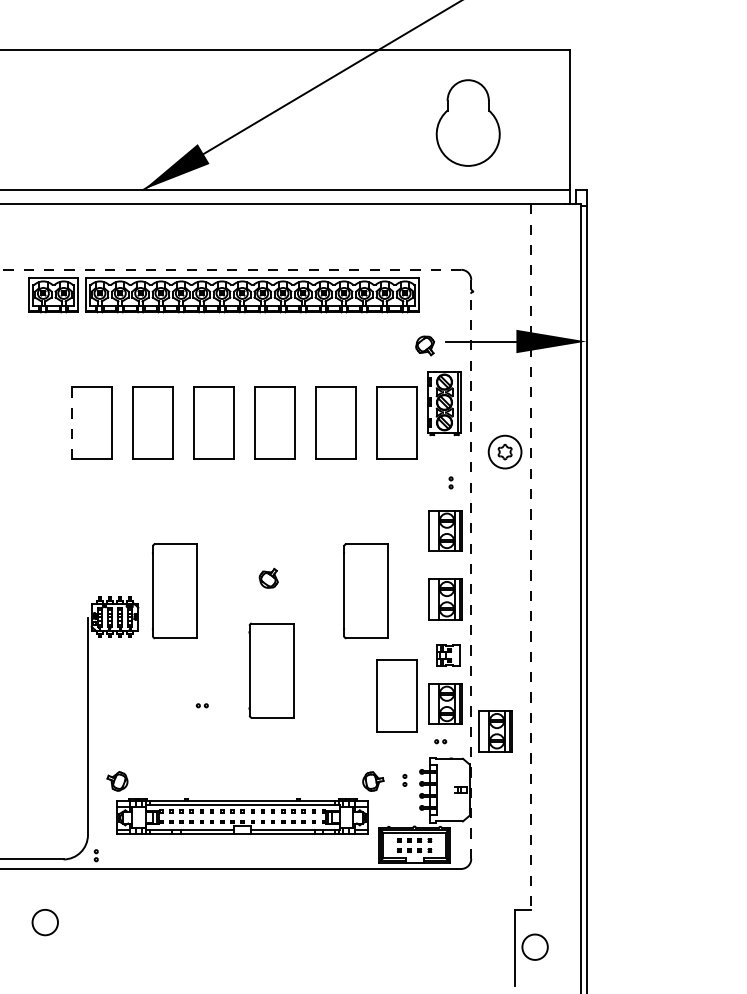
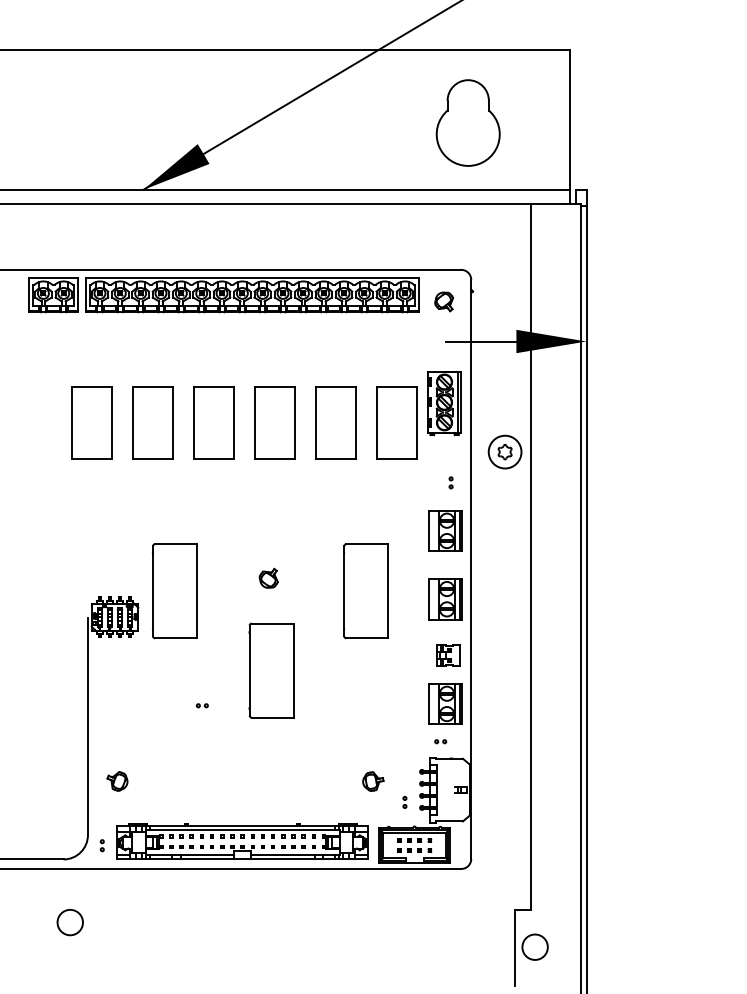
line at (230, 269): dashed -> solid
part at (425, 345) position: (425, 345) -> (444, 301)
line at (71, 422): dashed -> solid
line at (530, 557): dashed -> solid
line at (471, 569): dashed -> solid
part at (396, 695): present -> none
part at (495, 731): present -> none
part at (404, 780) position: (404, 780) -> (404, 802)
part at (242, 816) position: (242, 816) -> (242, 841)
part at (95, 855) position: (95, 855) -> (101, 845)
circle at (44, 922) position: (44, 922) -> (69, 922)
